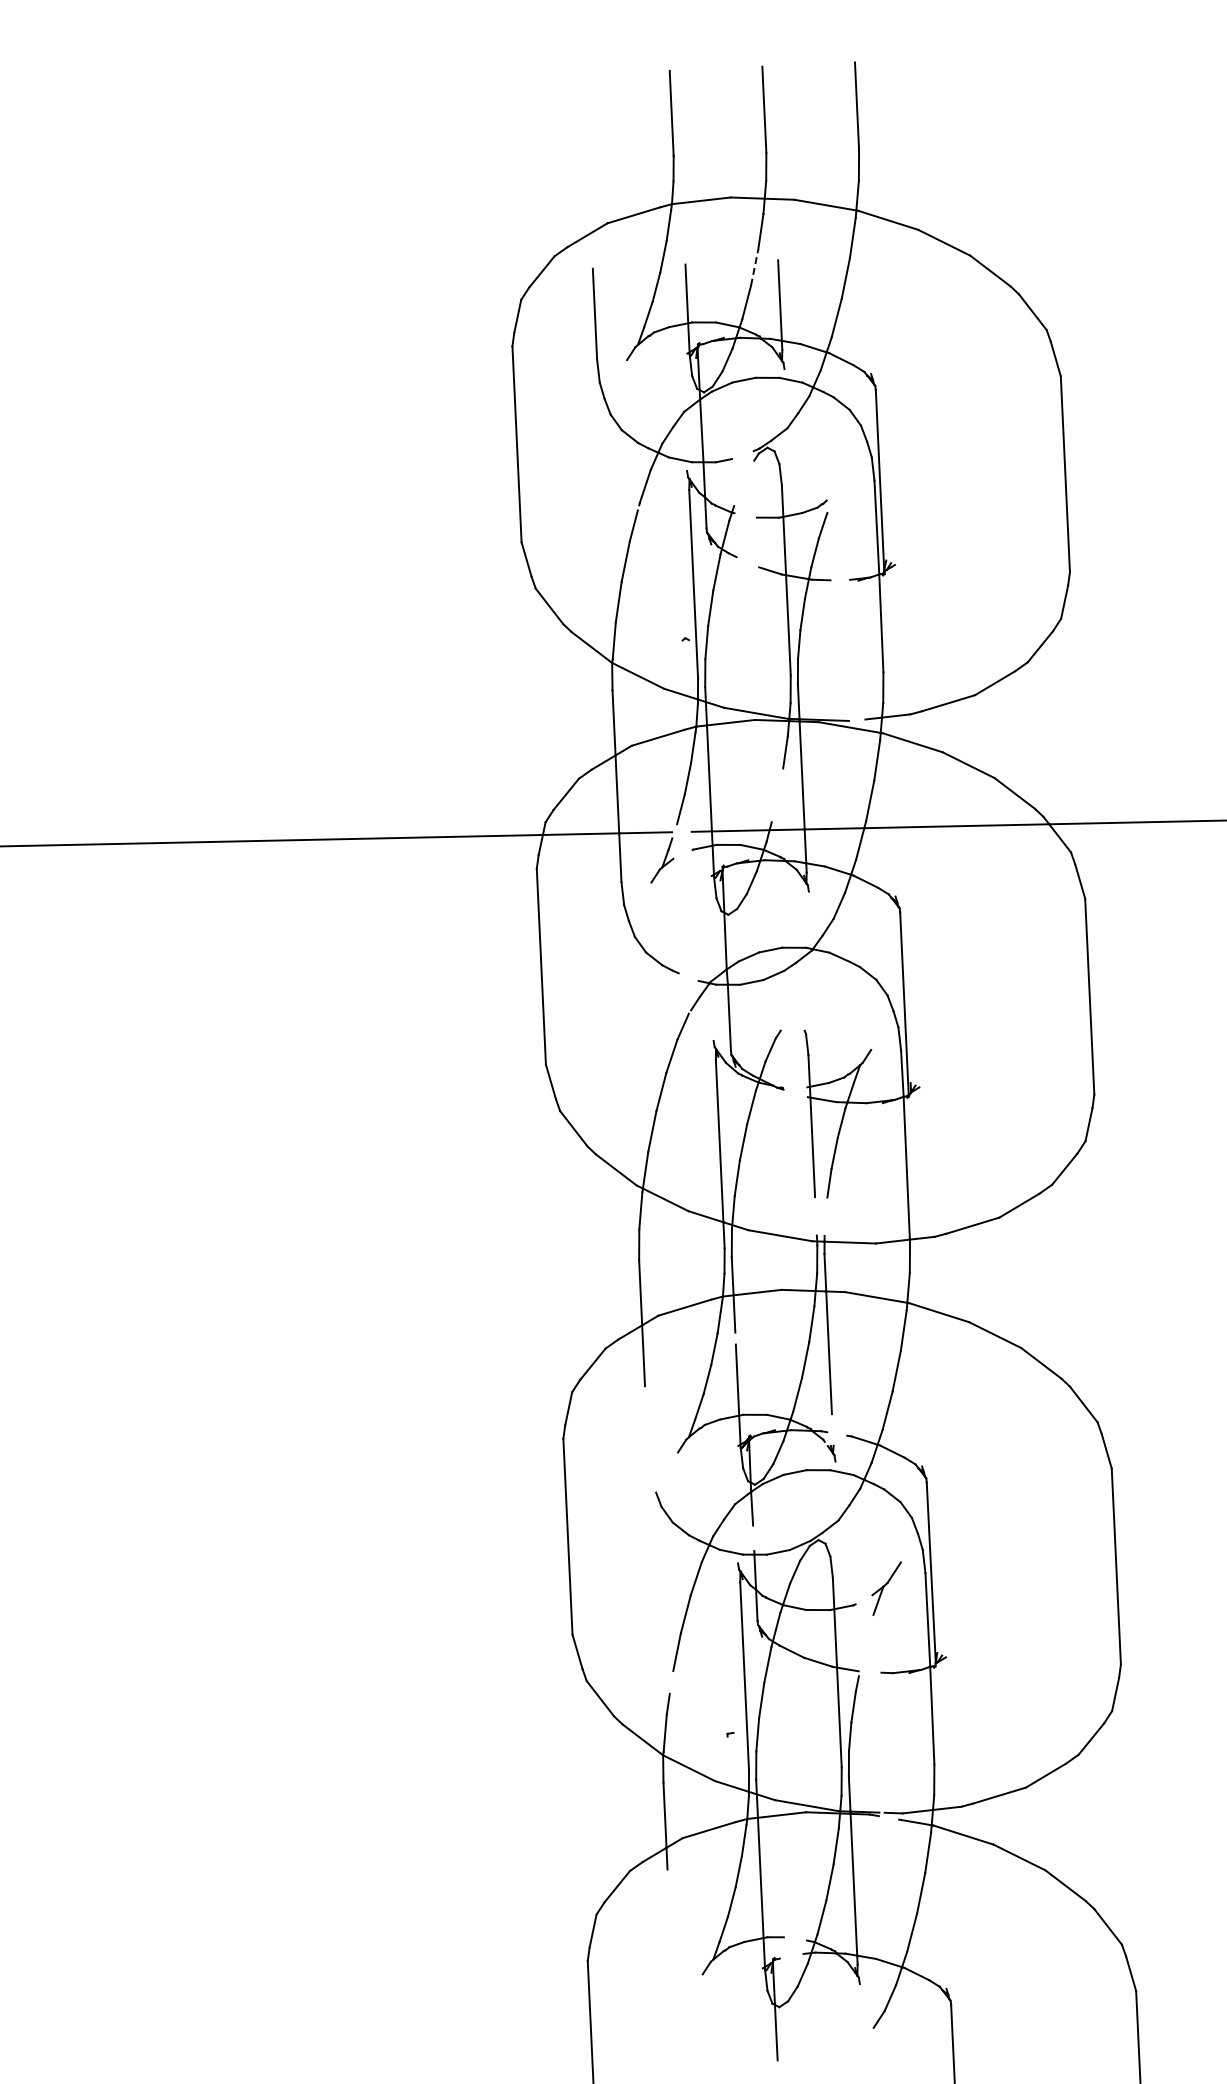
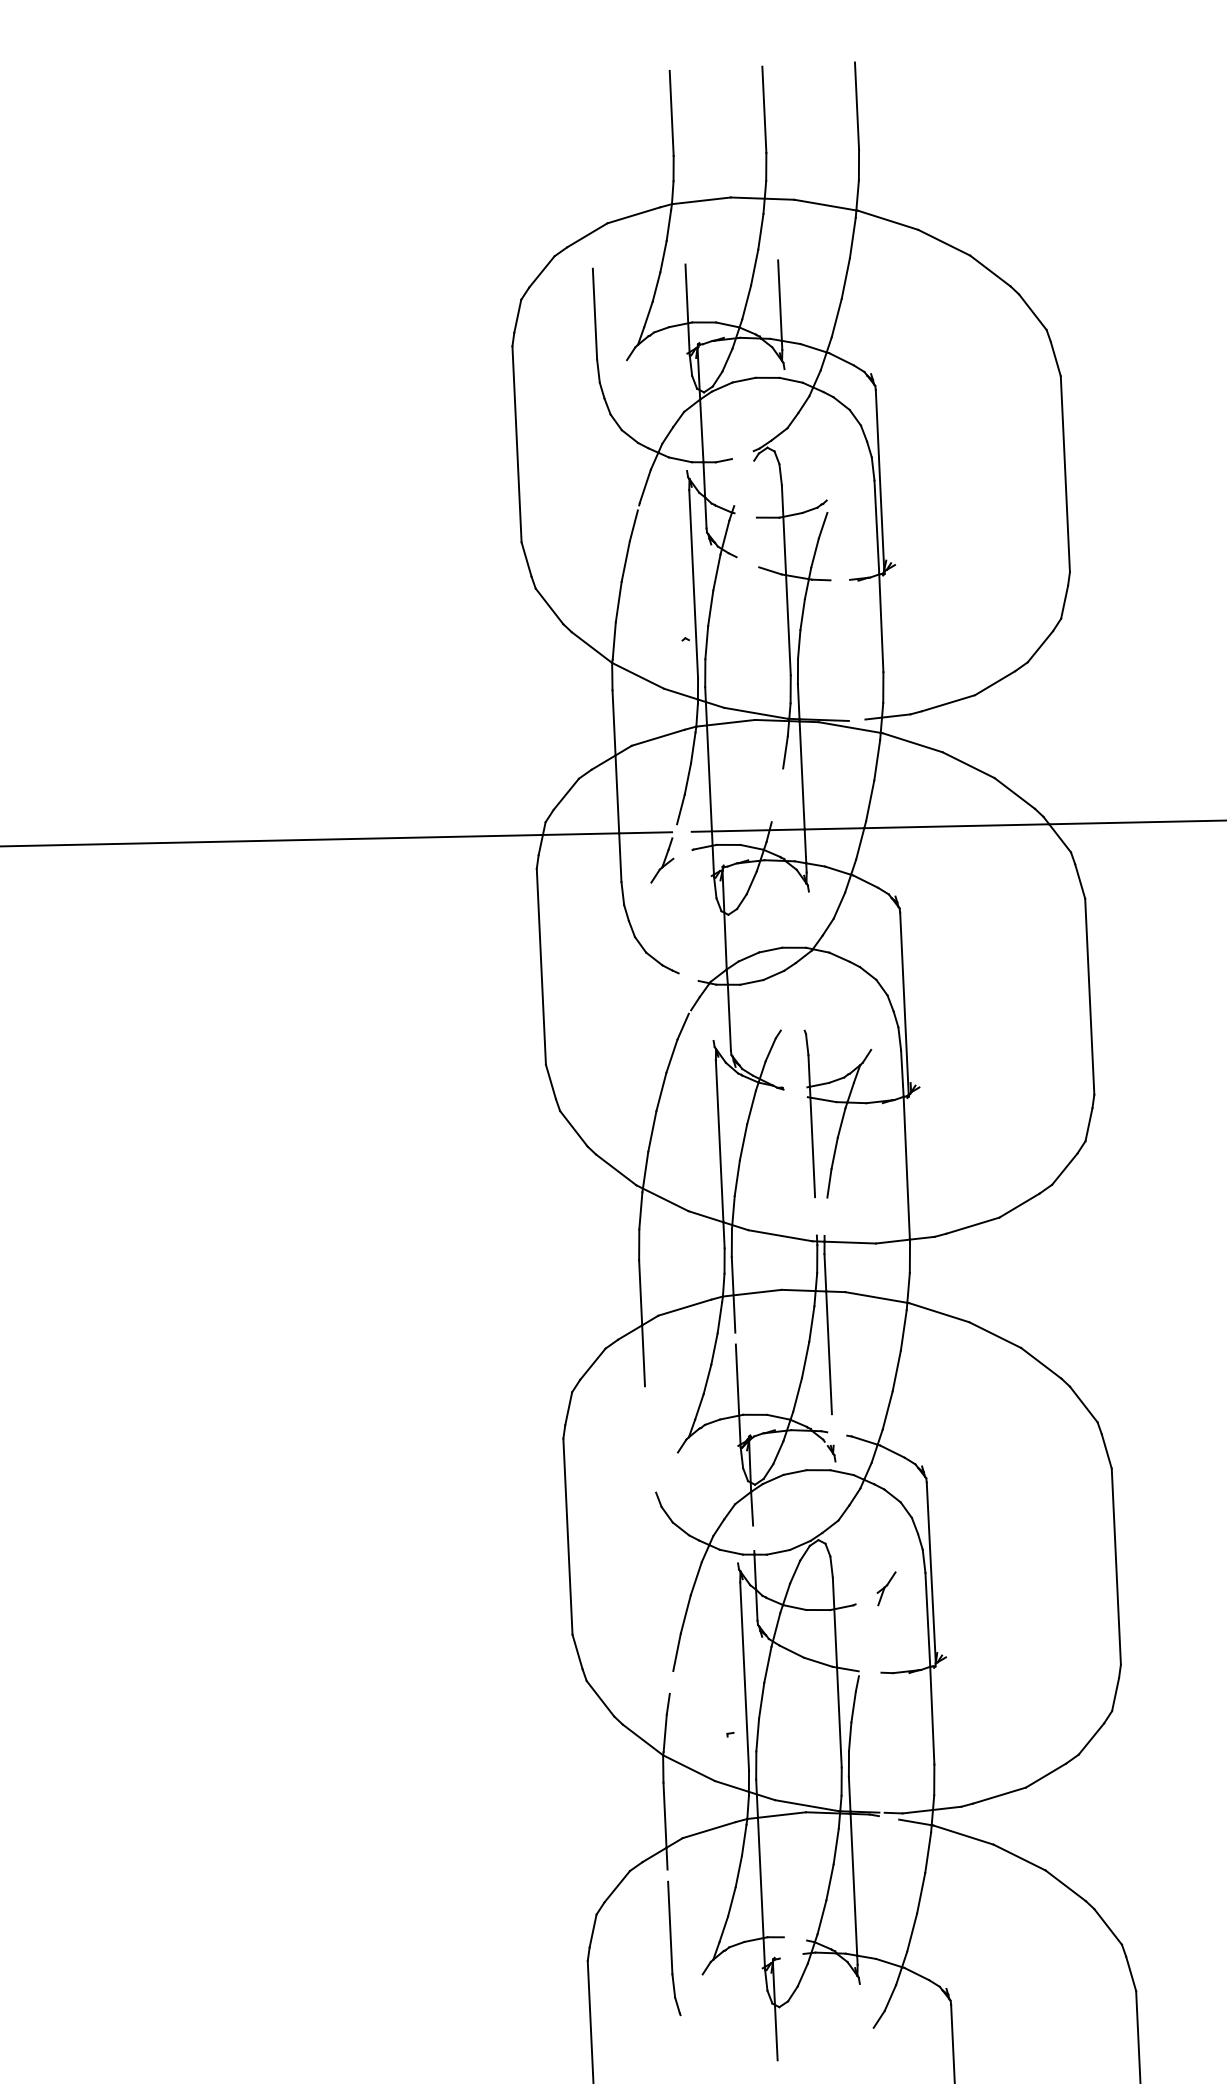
line at (754, 267): dashed -> solid
part at (886, 1588) size: 31x55 px -> 21x36 px
part at (674, 1948): none -> present
